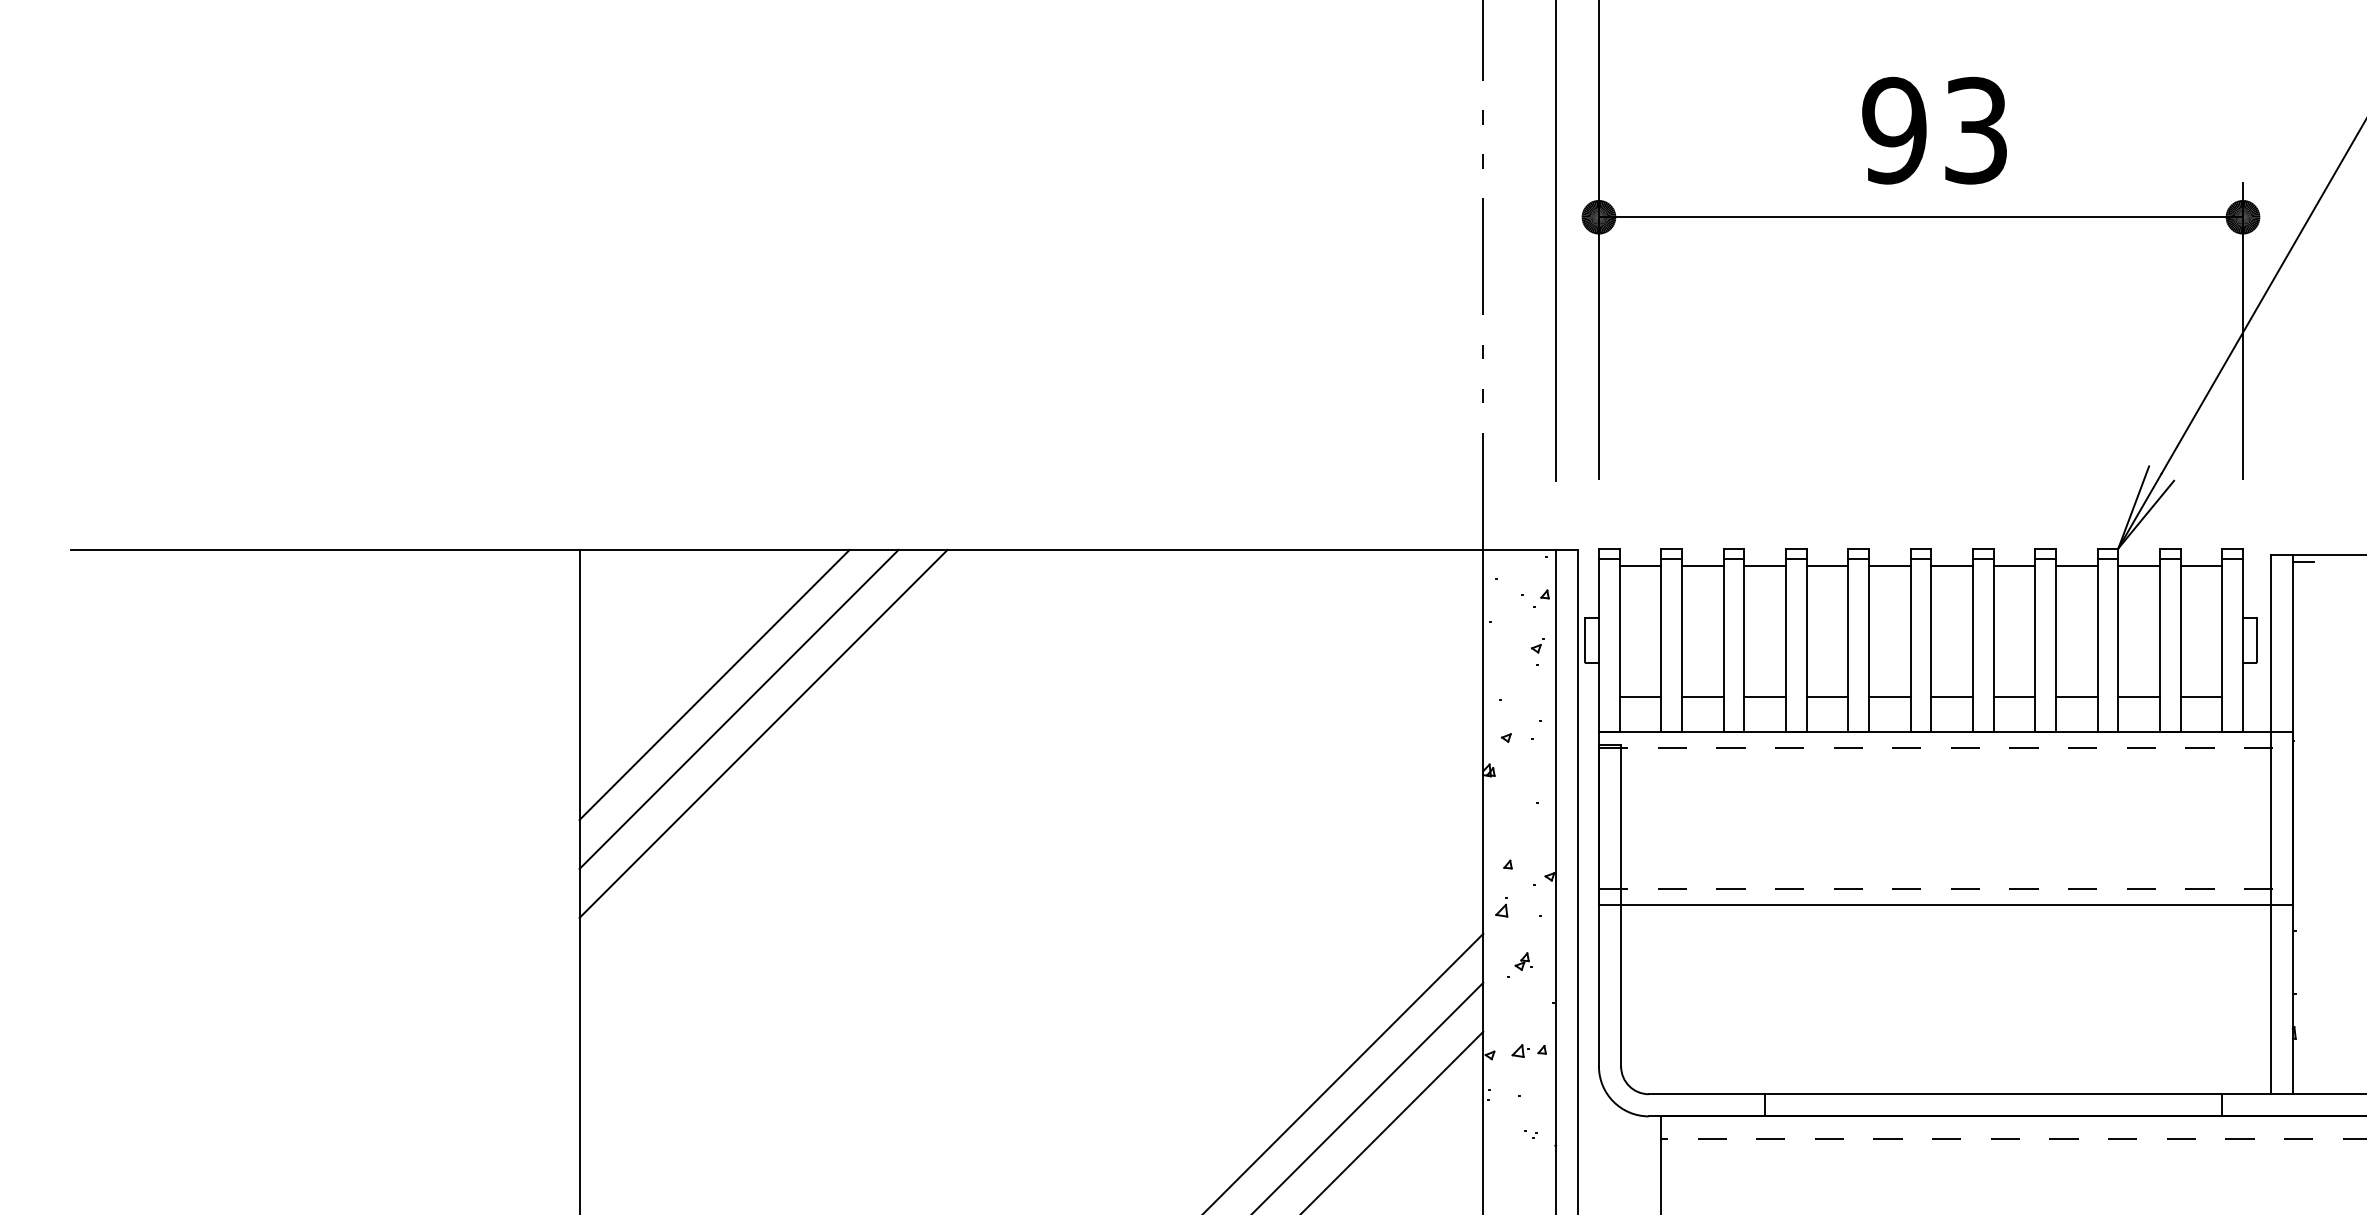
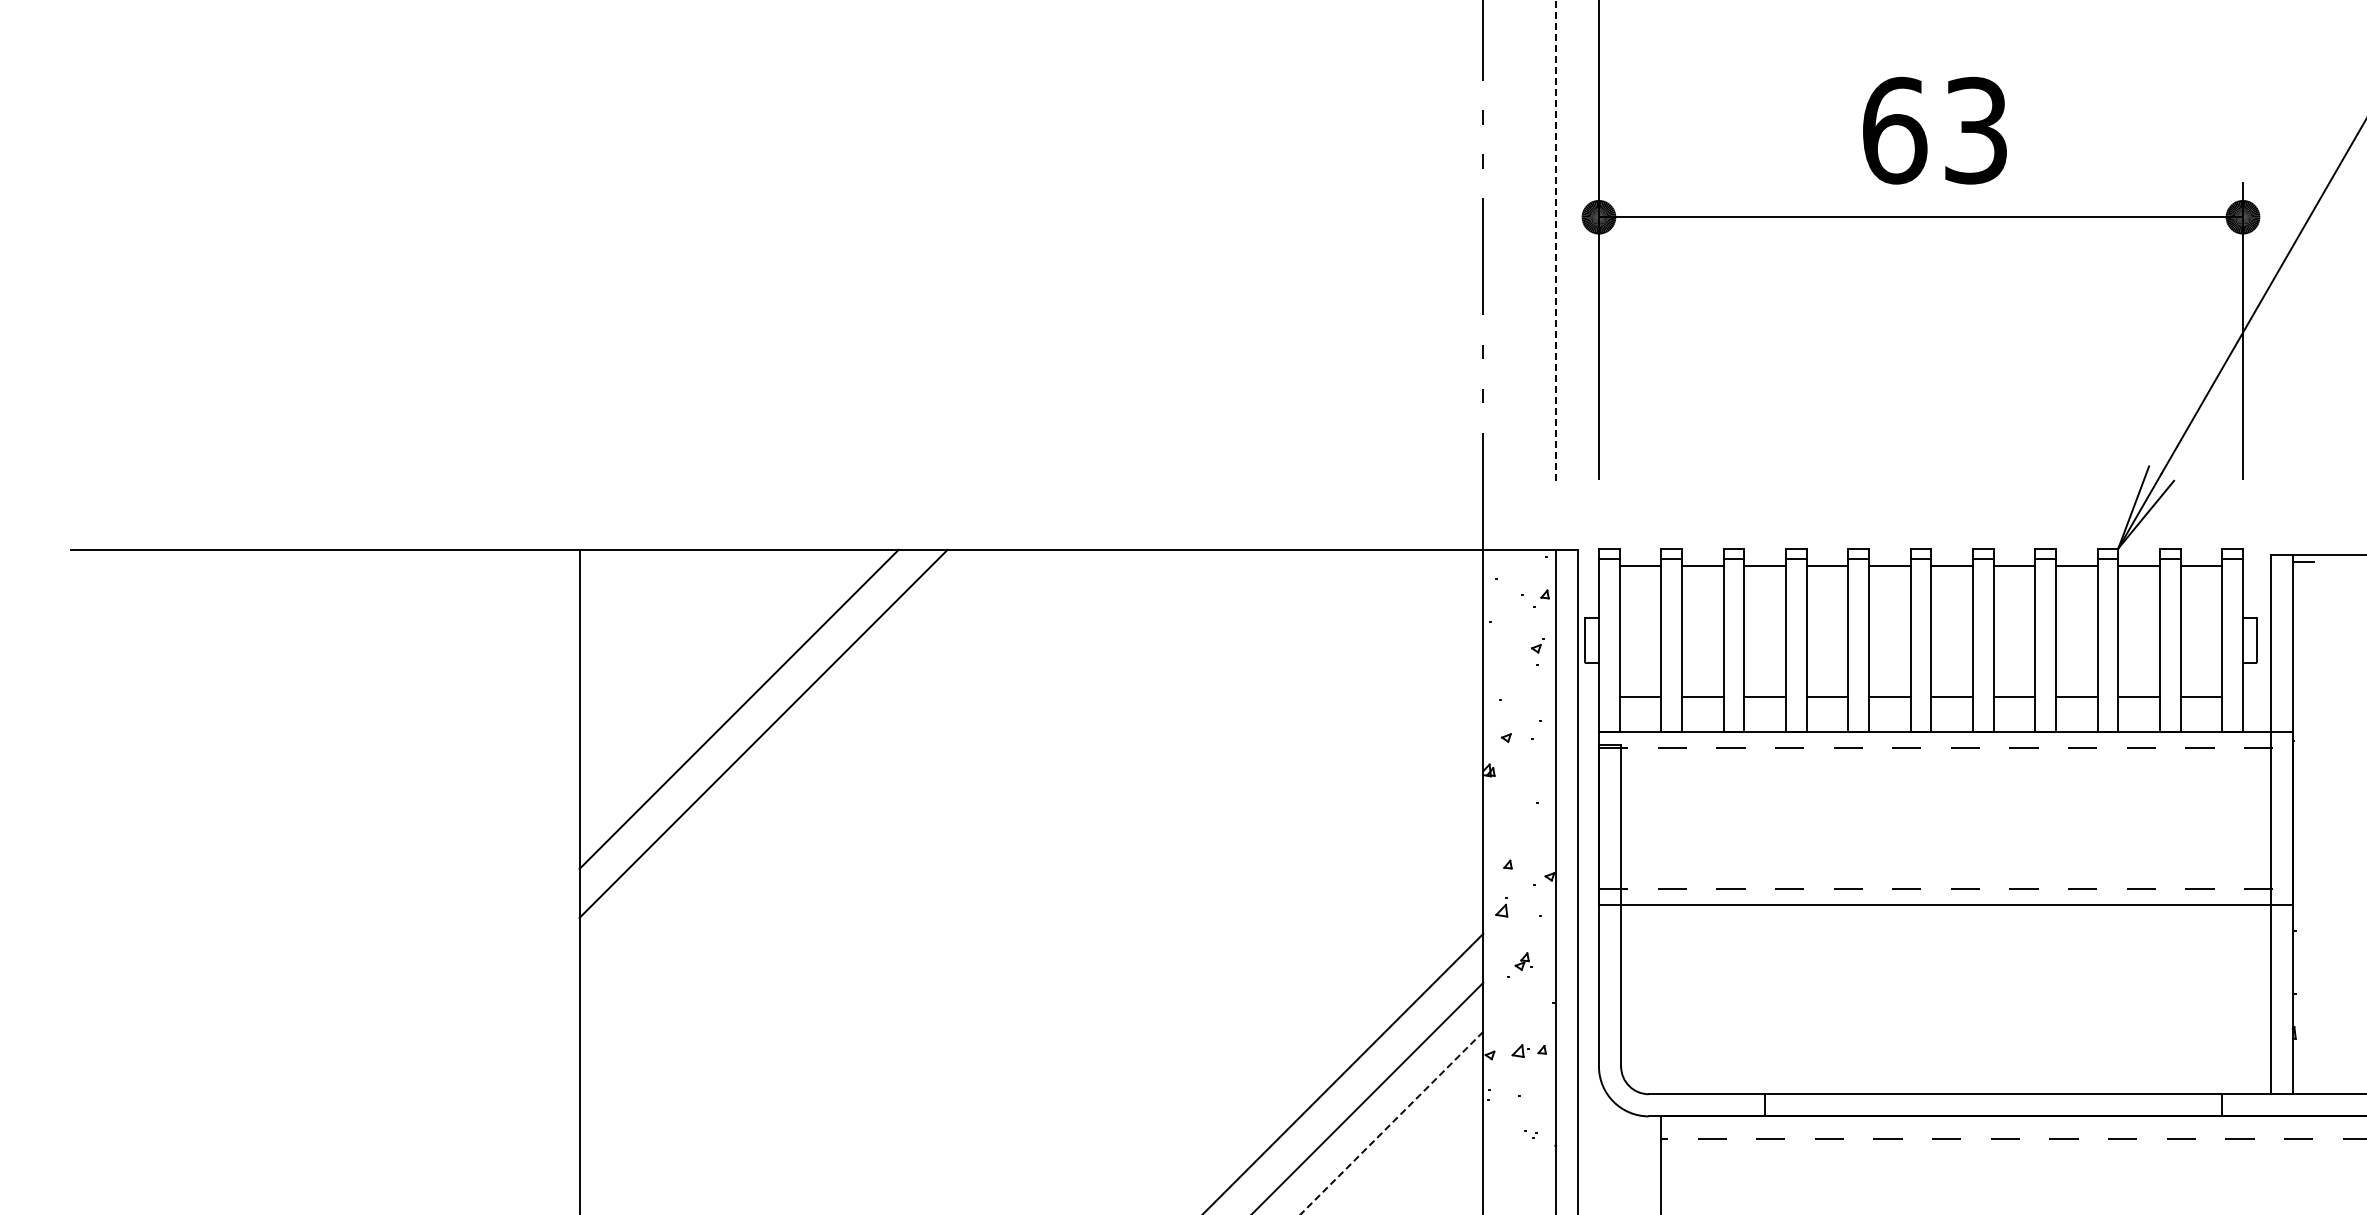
text at (1894, 130): 93 -> 63
line at (1556, 240): solid -> dashed
line at (714, 684): present -> none
line at (1391, 1123): solid -> dashed
